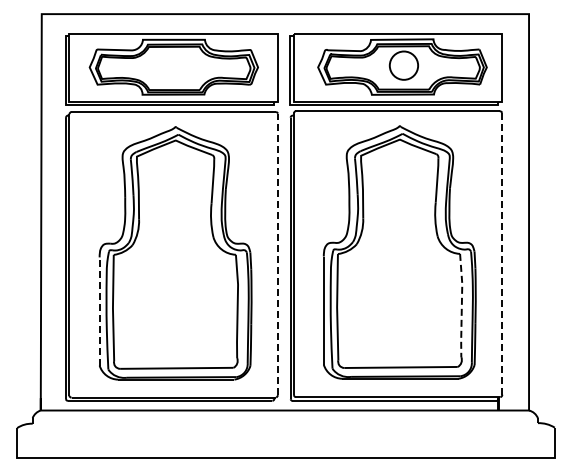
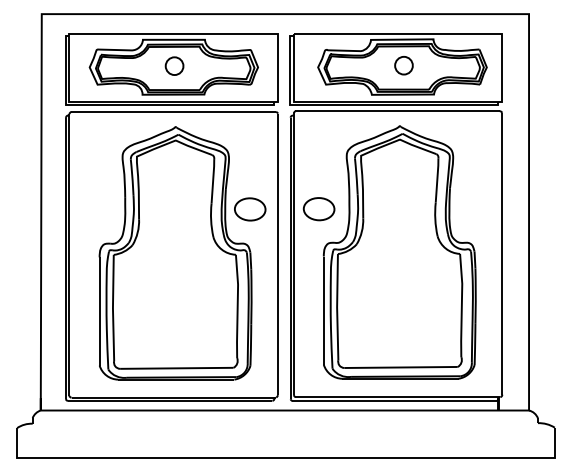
circle at (174, 65): none -> present
circle at (403, 65) diameter: 28 px -> 18 px
part at (250, 209): none -> present
part at (318, 209): none -> present
line at (502, 253): dashed -> solid
line at (278, 254): dashed -> solid
line at (461, 305): dashed -> solid
line at (99, 310): dashed -> solid
